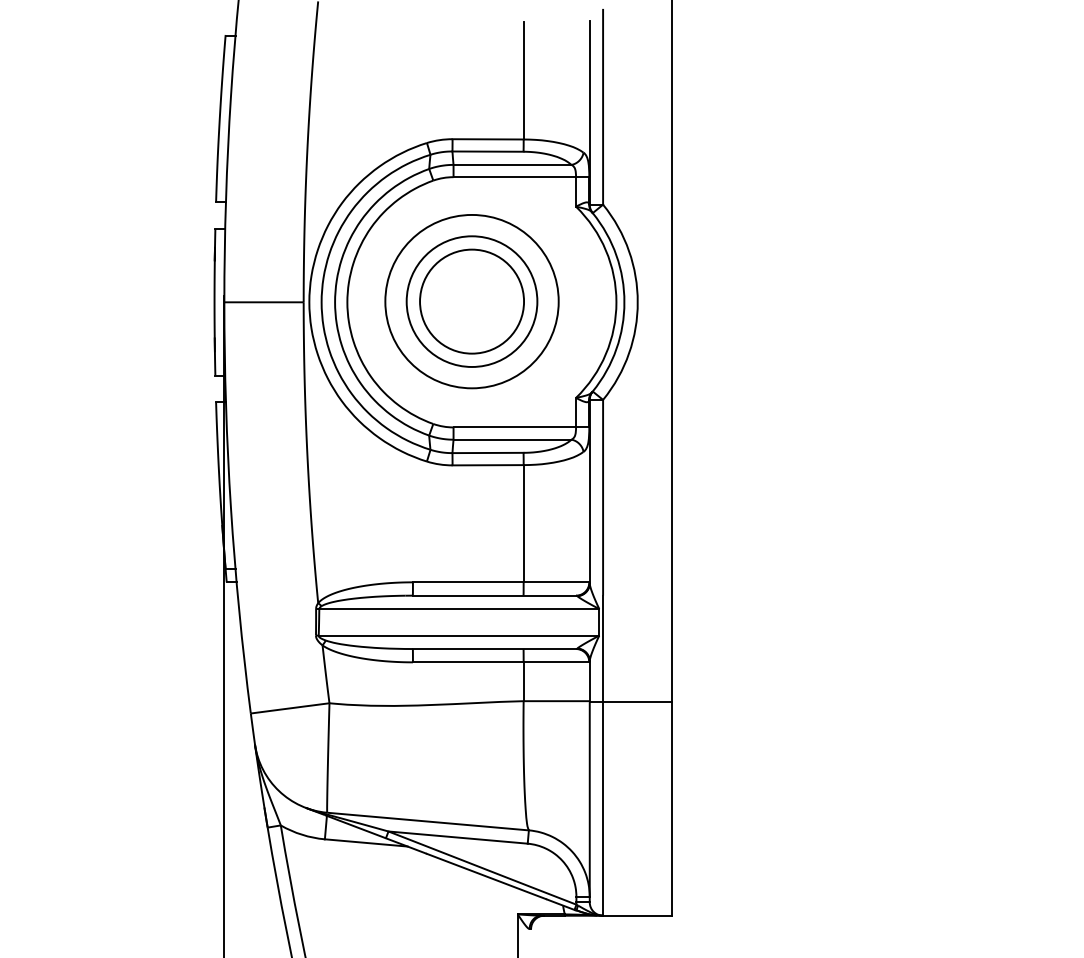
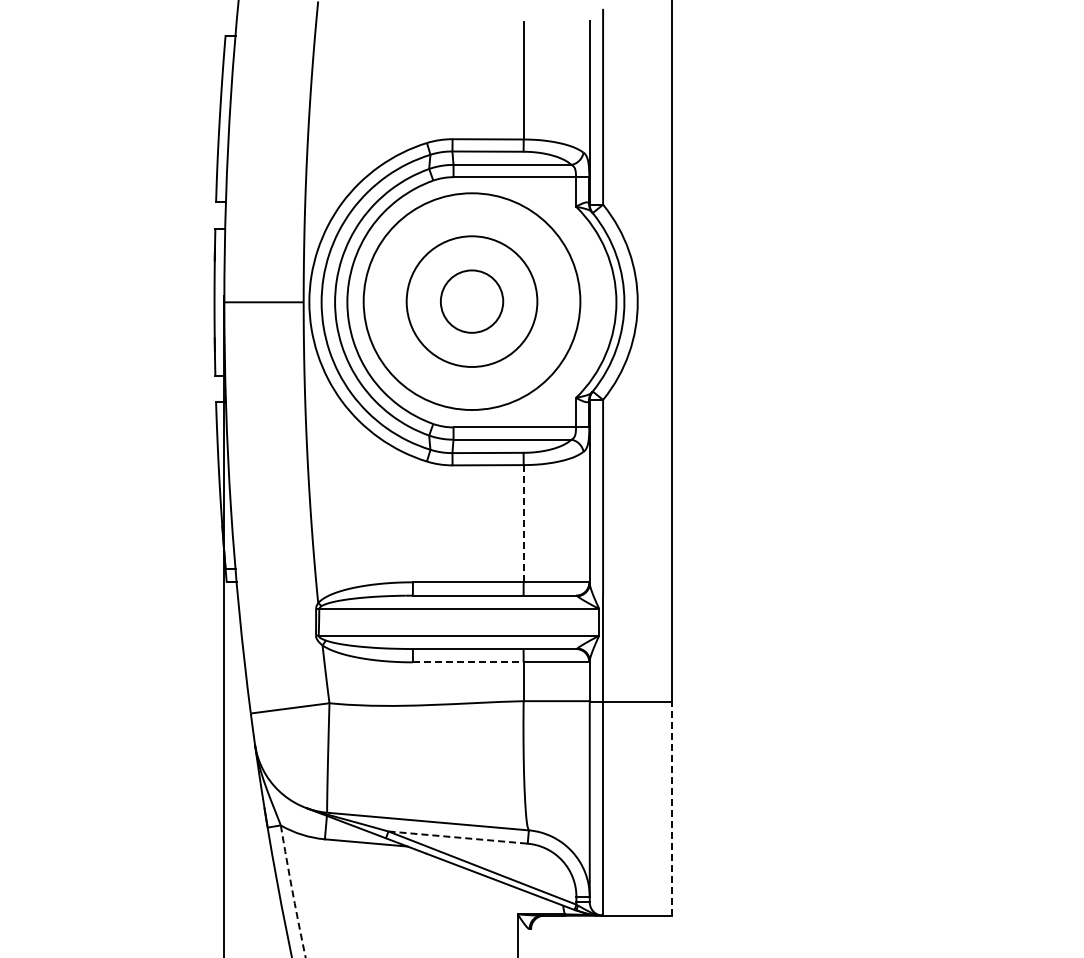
circle at (471, 301) diameter: 173 px -> 217 px
circle at (472, 301) diameter: 104 px -> 62 px
line at (523, 523): solid -> dashed
line at (468, 662): solid -> dashed
line at (672, 809): solid -> dashed
line at (458, 837): solid -> dashed
arc at (292, 892): solid -> dashed
